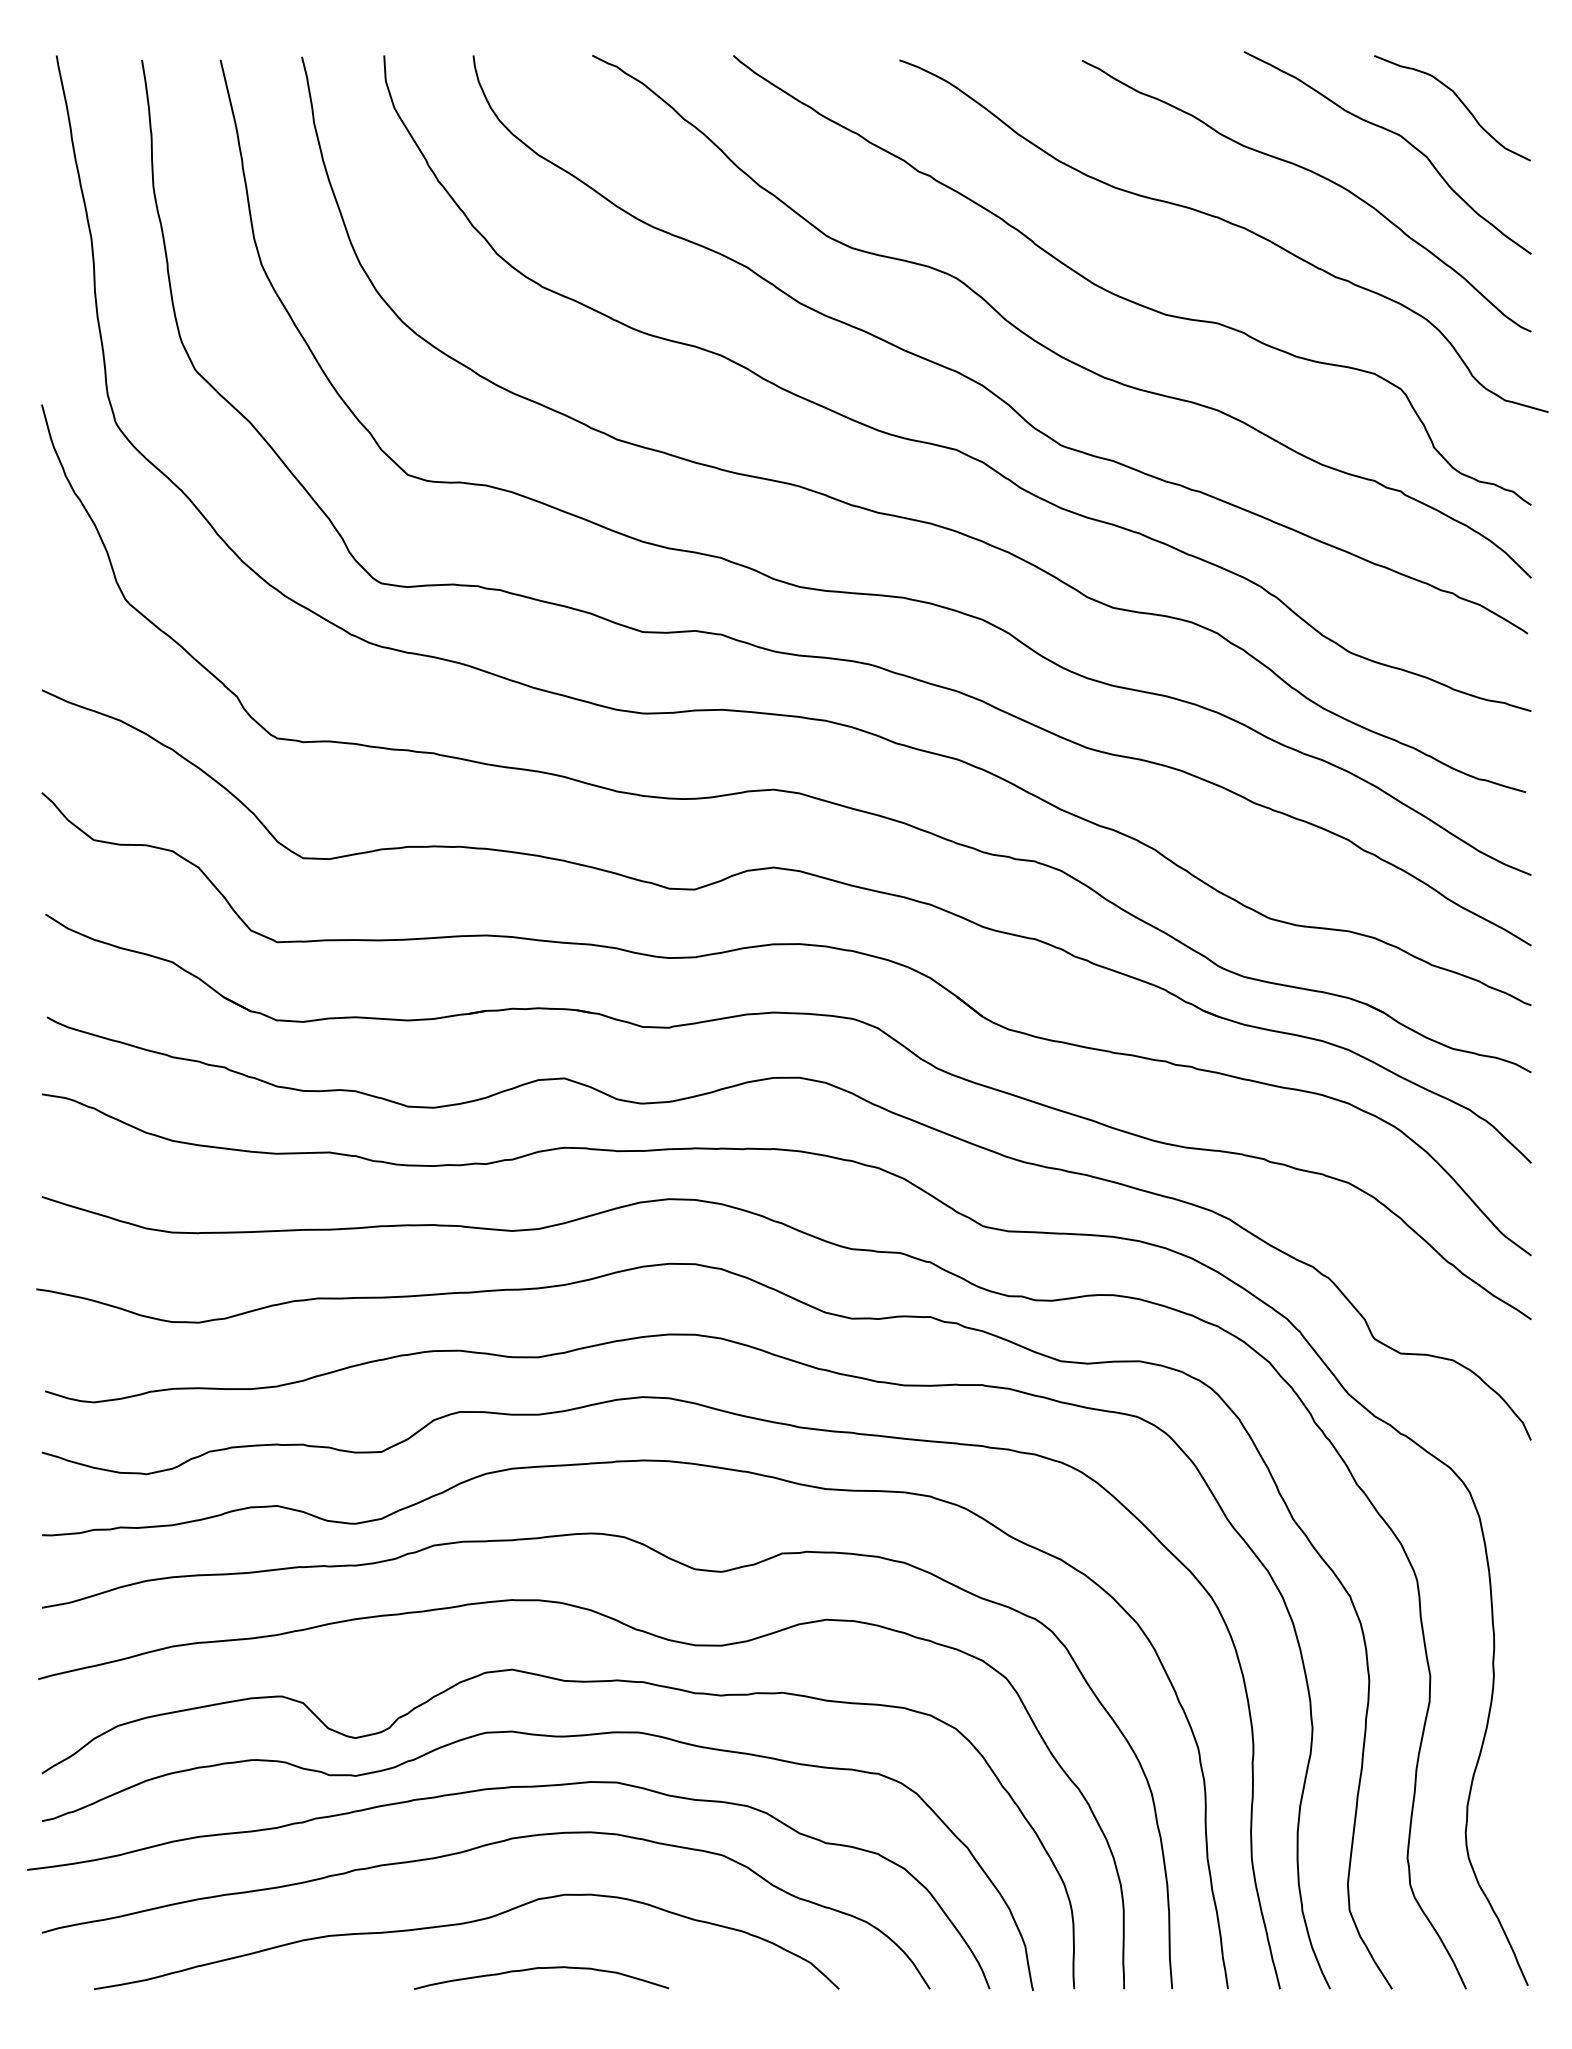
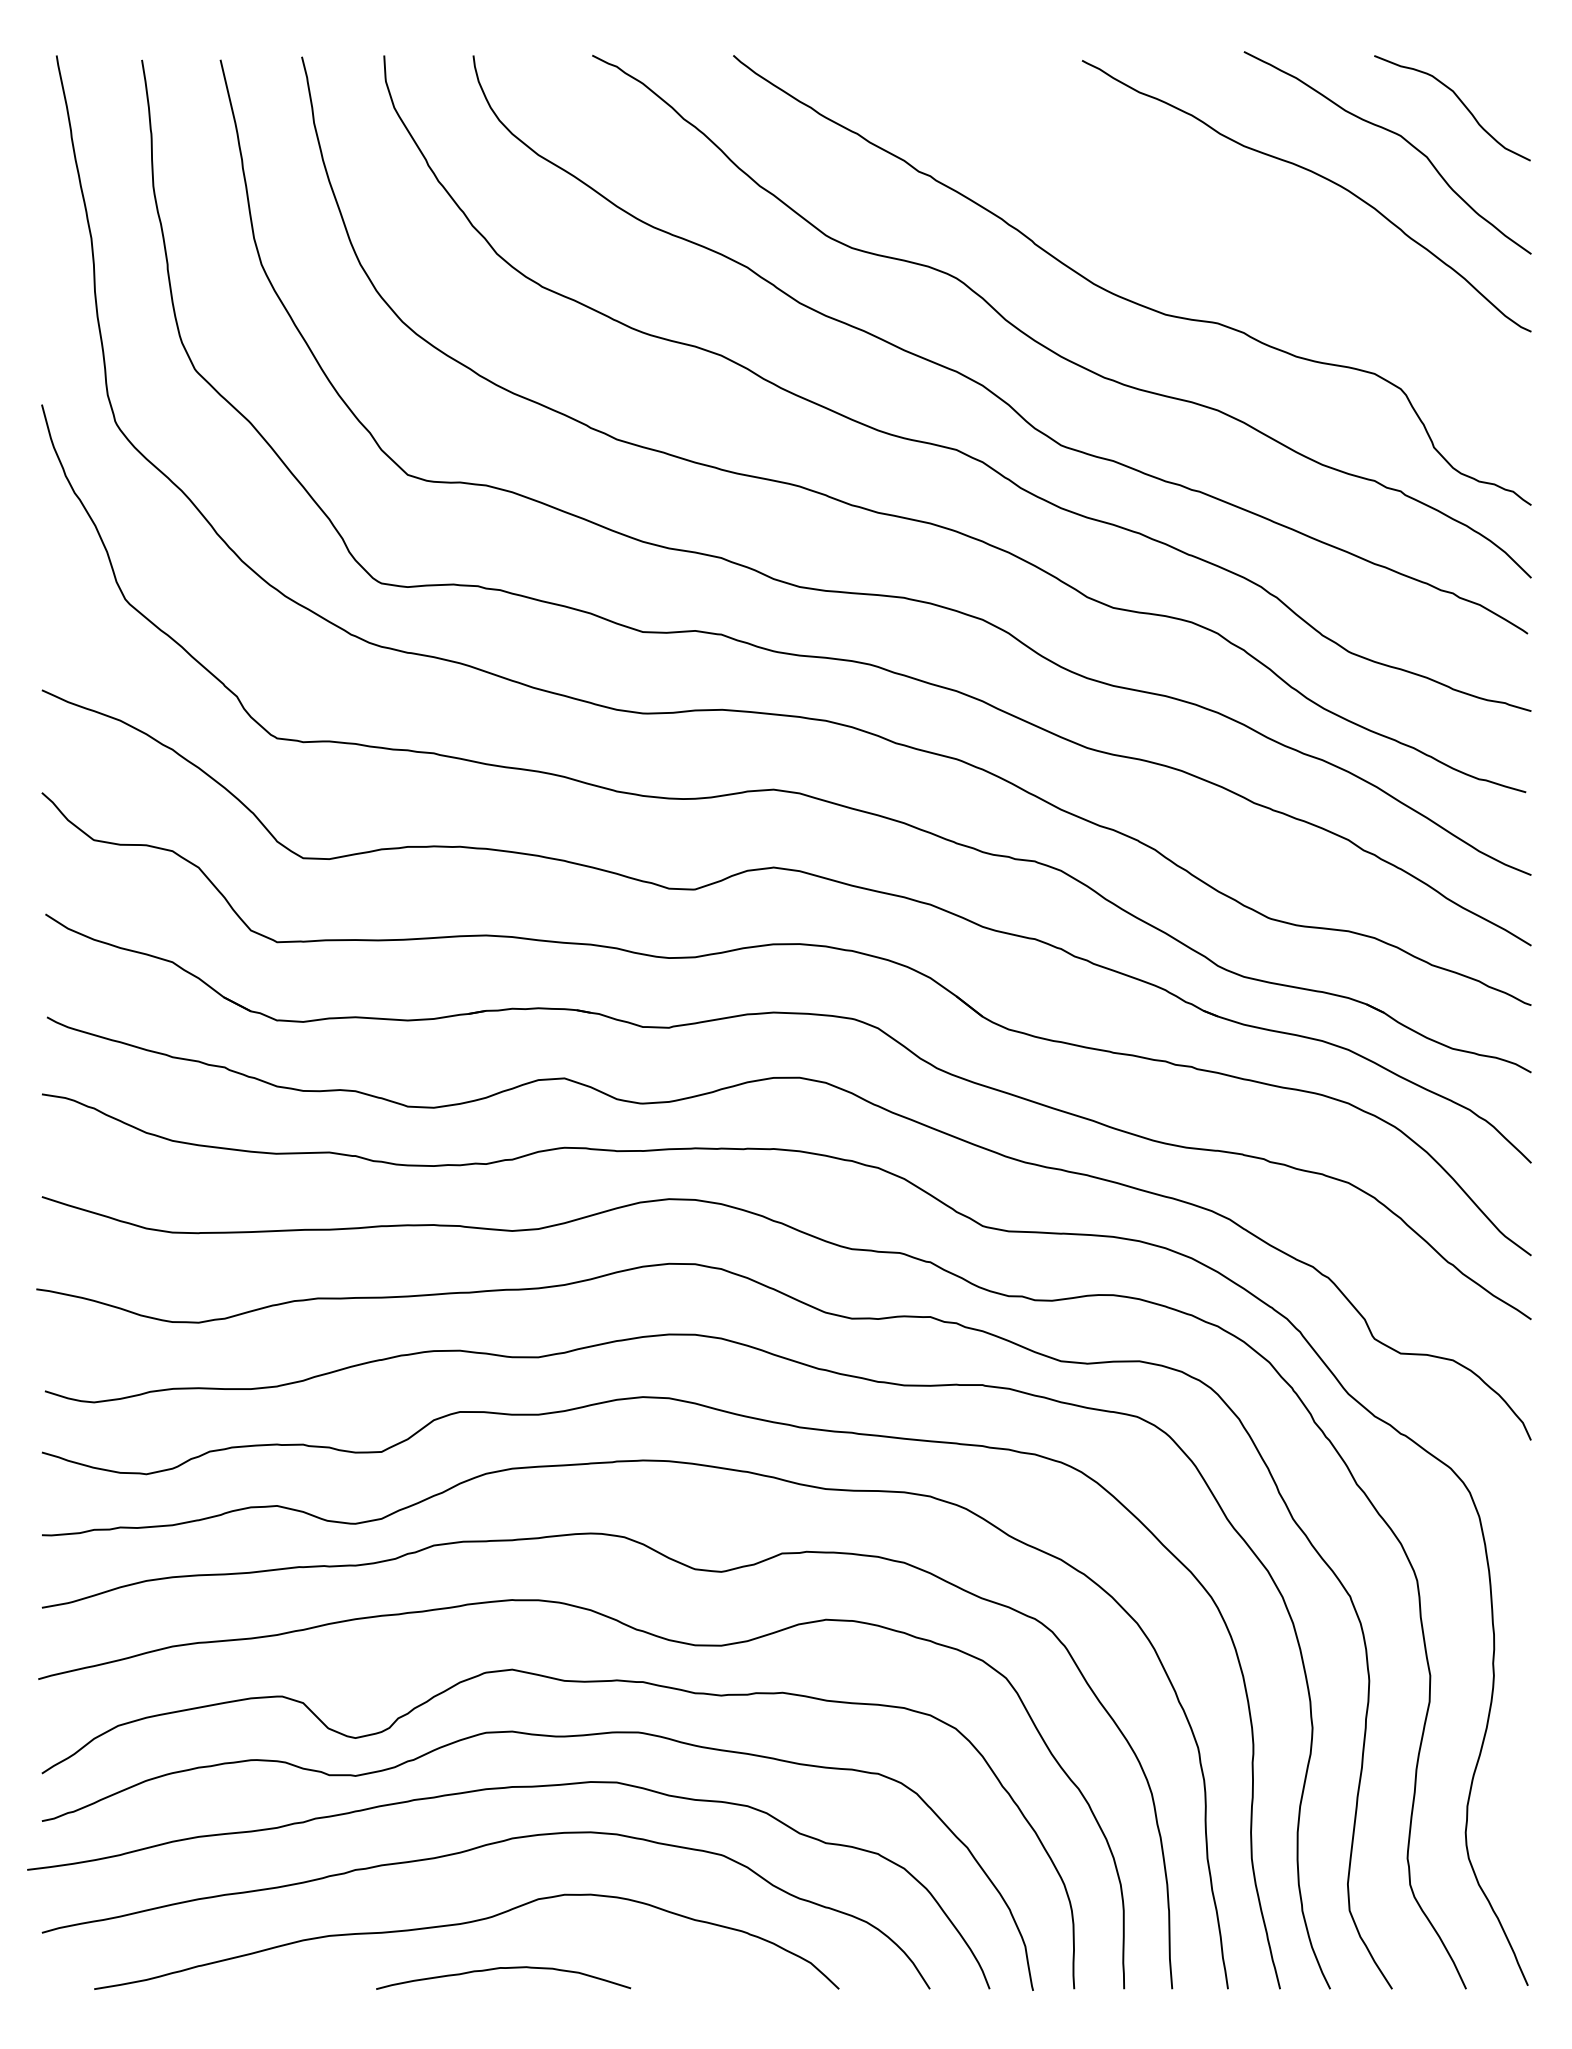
curve at (1228, 223): present -> none
curve at (541, 1968) position: (541, 1968) -> (503, 1968)
